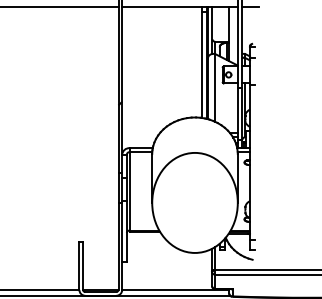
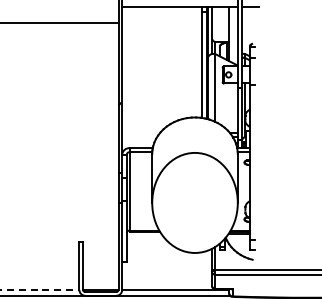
line at (60, 7) position: (60, 7) -> (60, 23)
line at (40, 290): solid -> dashed
